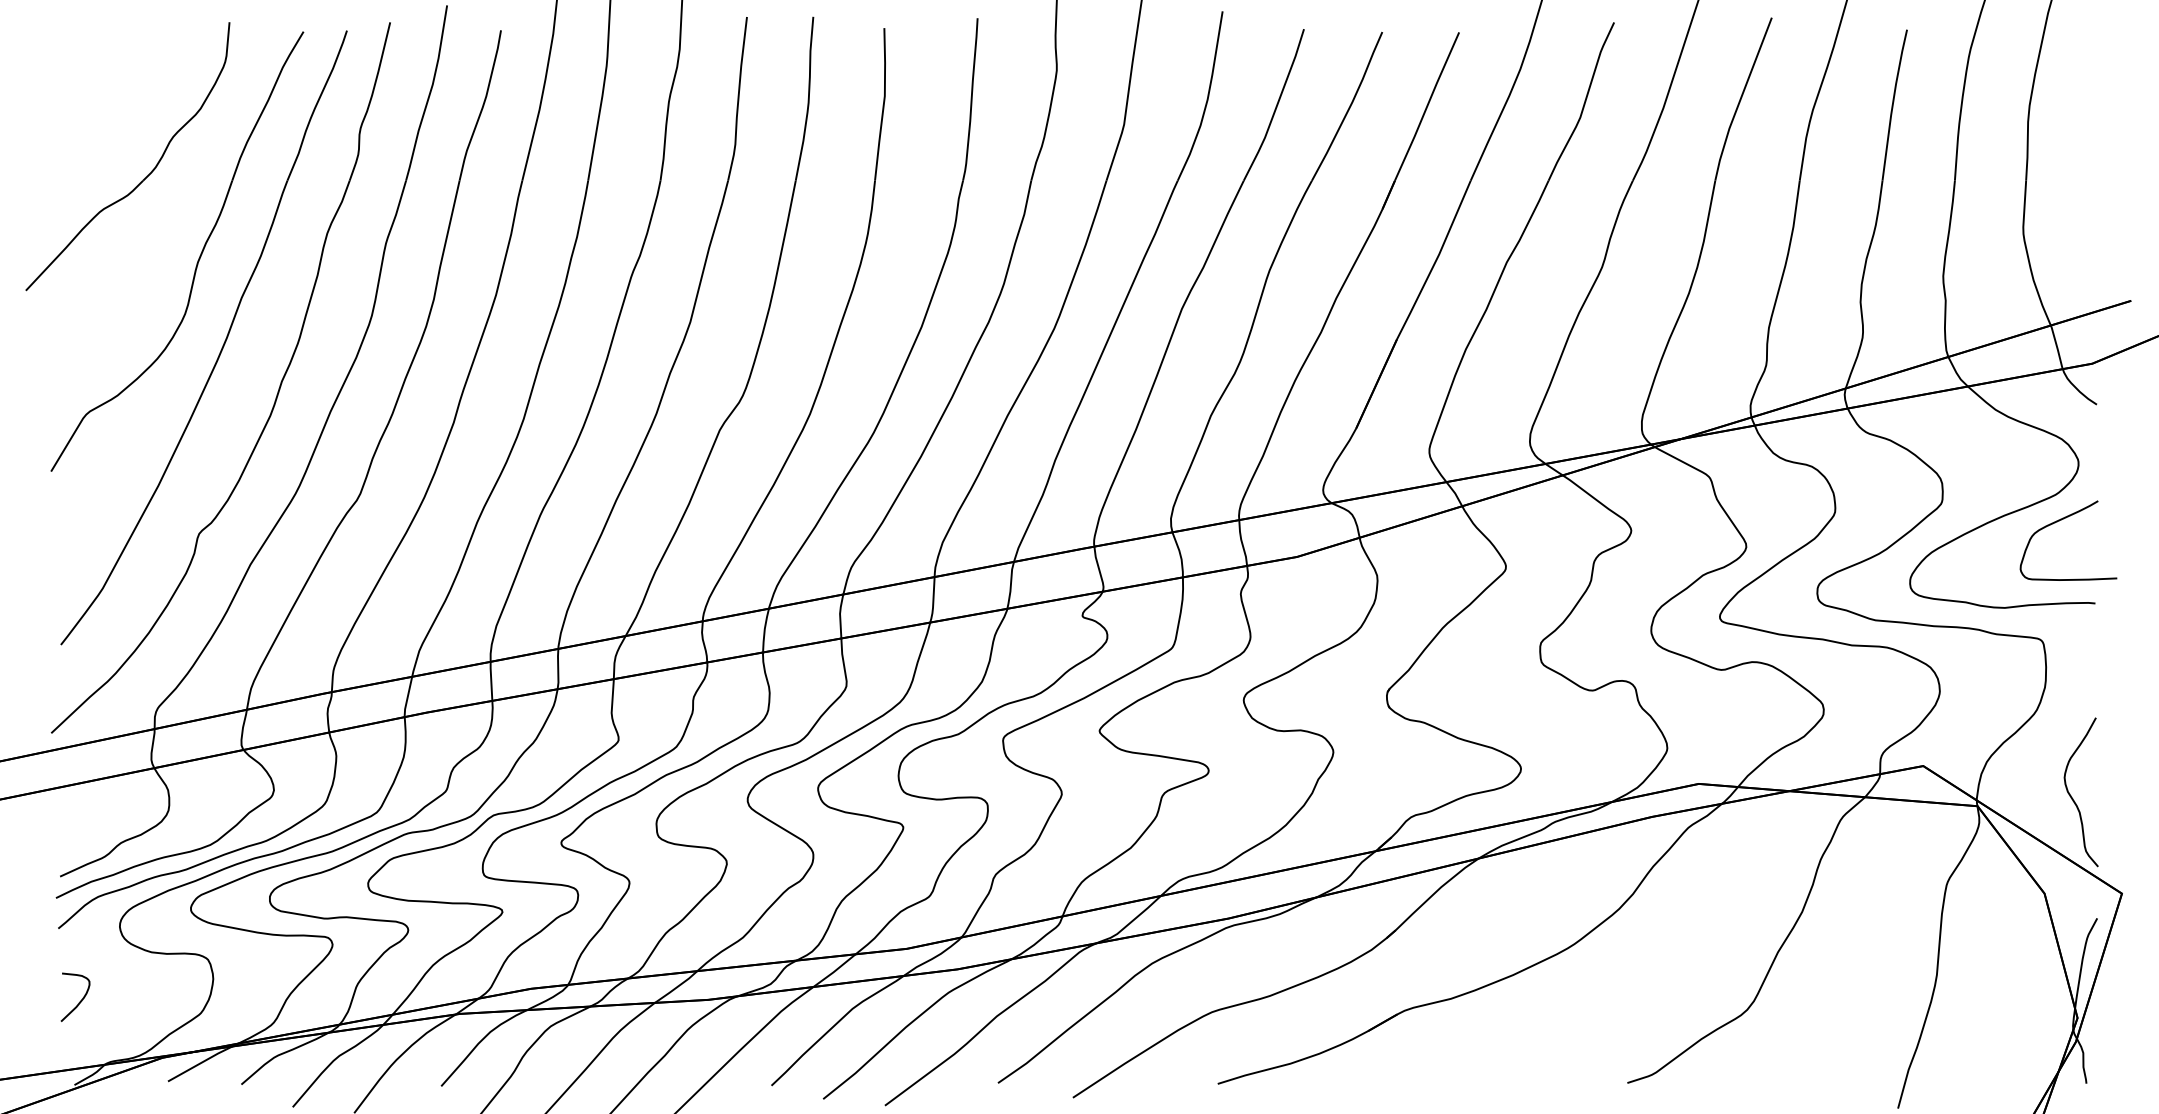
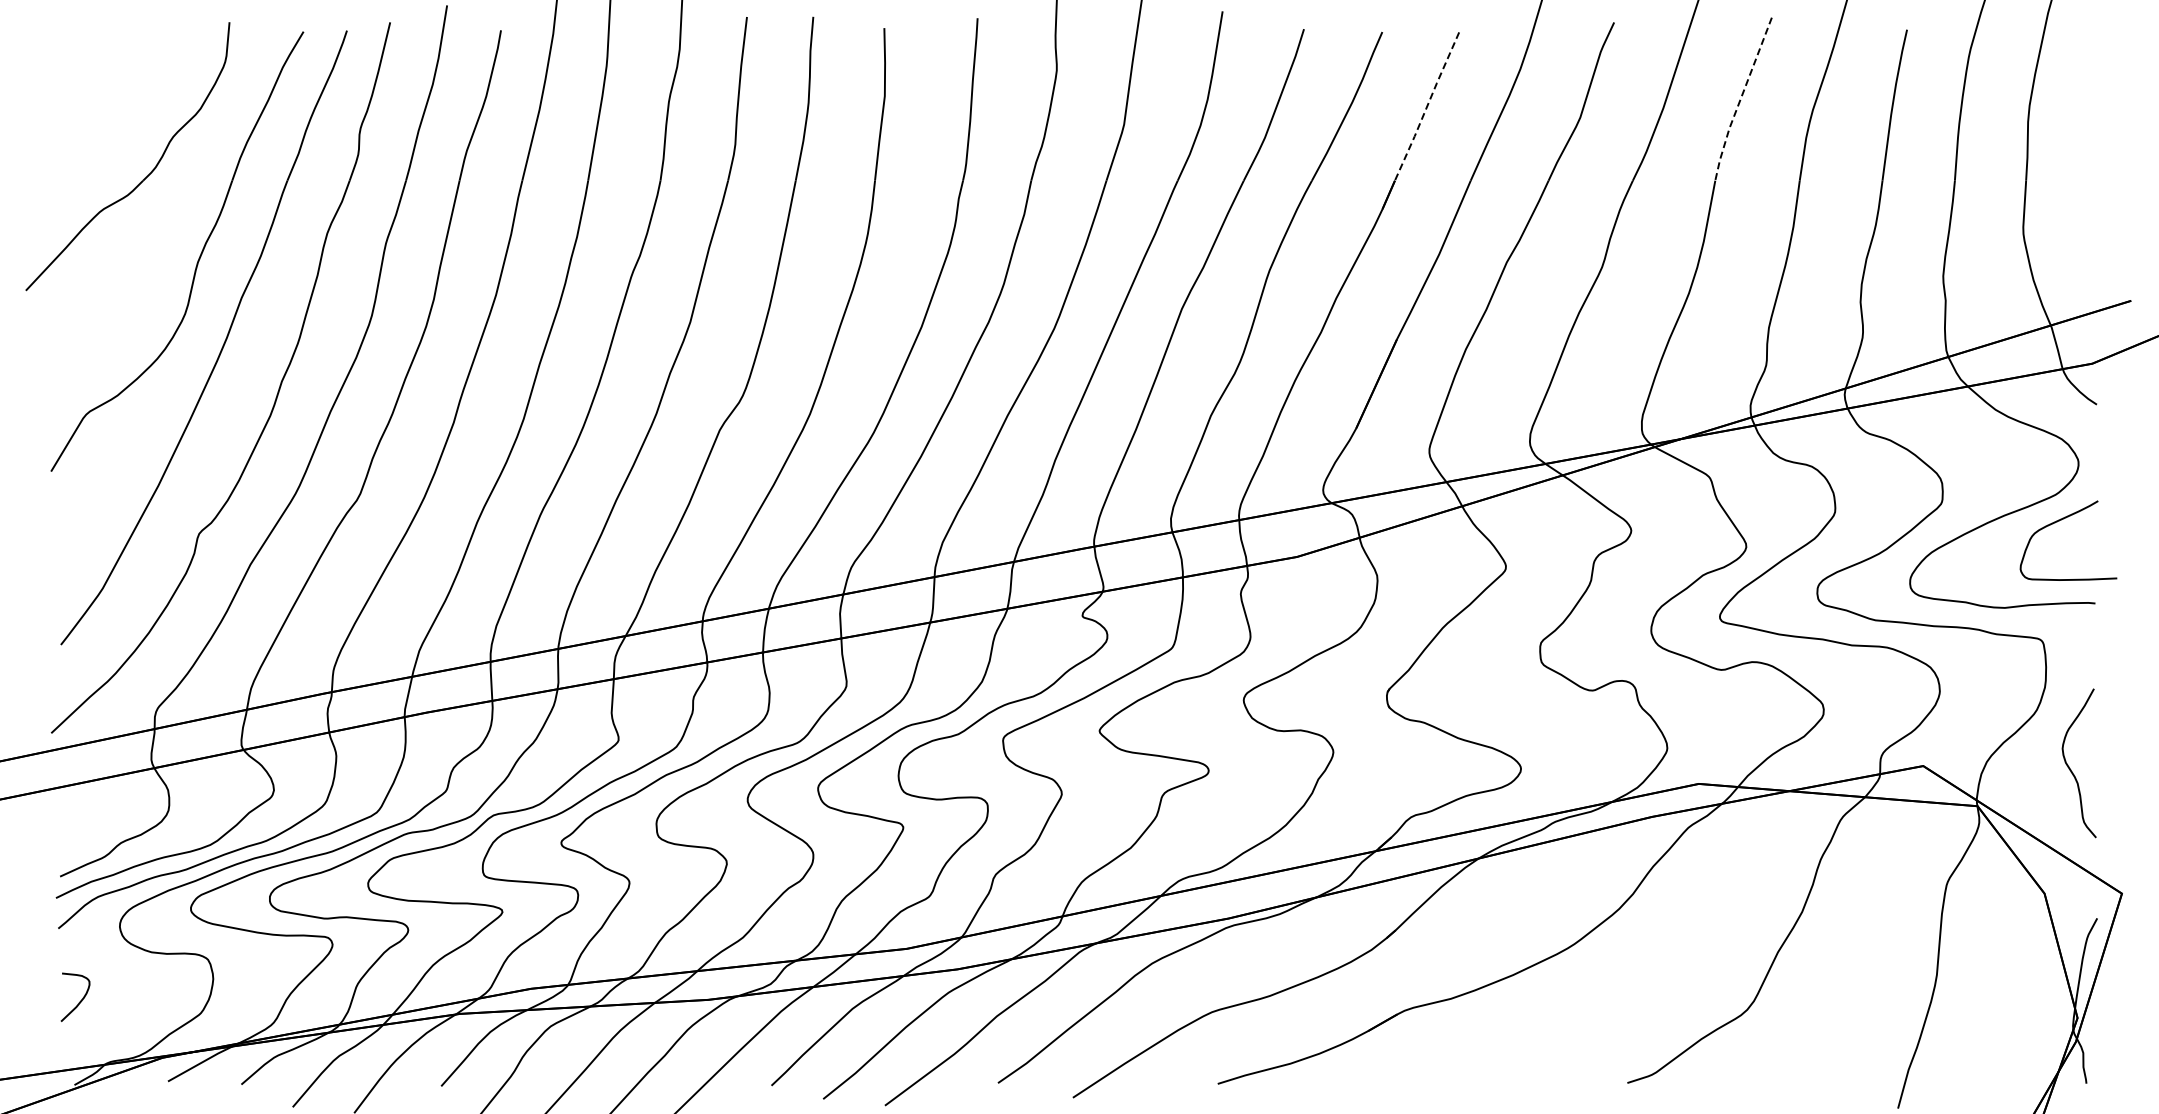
line at (1740, 99): solid -> dashed
line at (1426, 107): solid -> dashed
curve at (2073, 798) position: (2073, 798) -> (2071, 769)
